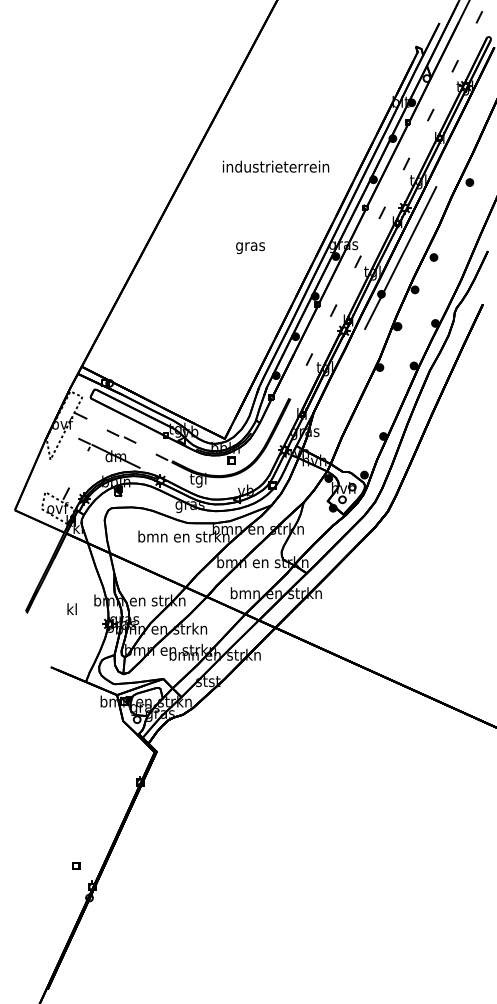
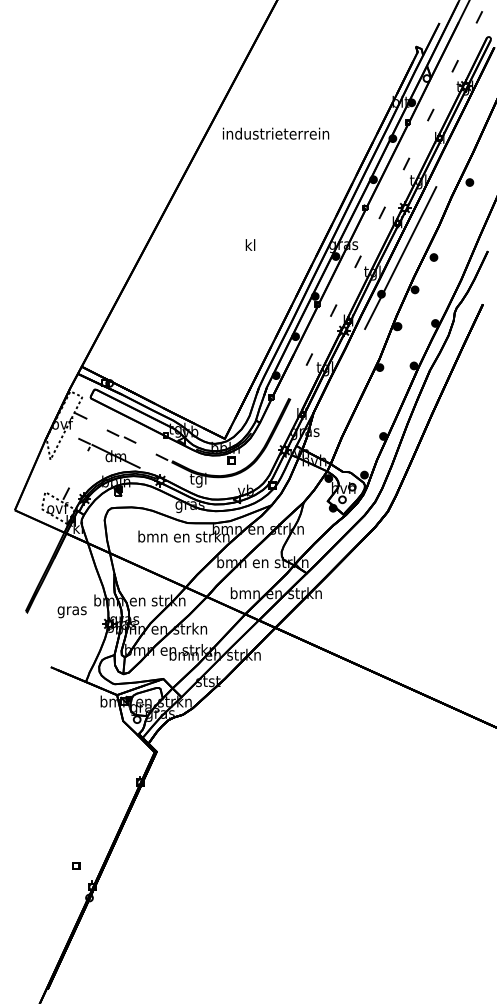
text at (275, 166) position: (275, 166) -> (275, 133)
text at (250, 246): gras -> kl
text at (71, 610): kl -> gras
